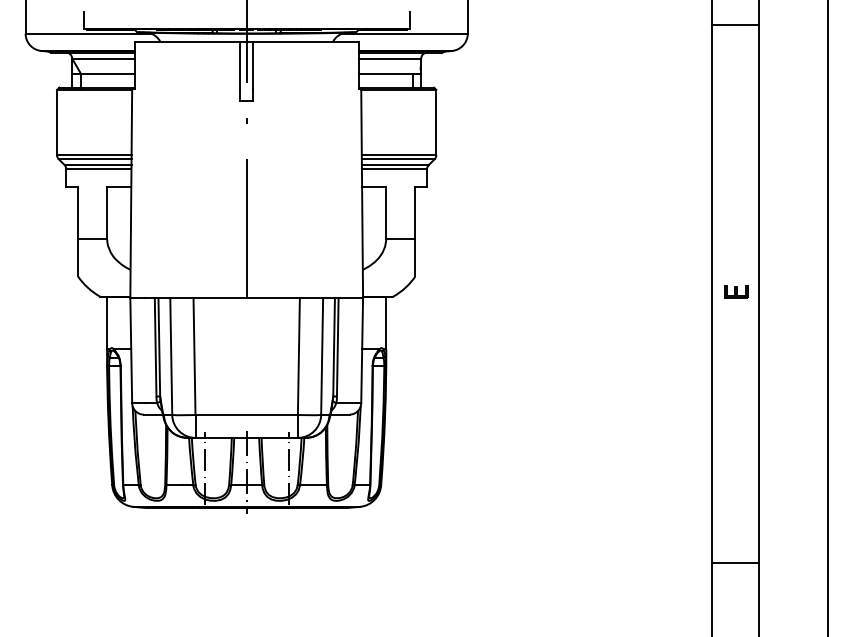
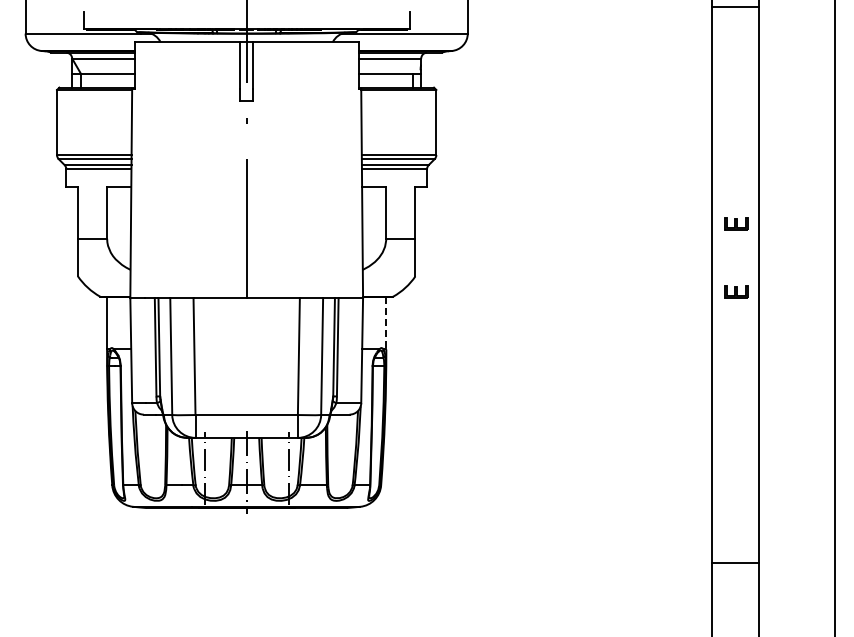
line at (735, 25) position: (735, 25) -> (735, 7)
part at (736, 223): none -> present
line at (828, 317) position: (828, 317) -> (835, 317)
line at (386, 323): solid -> dashed
